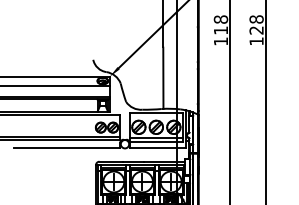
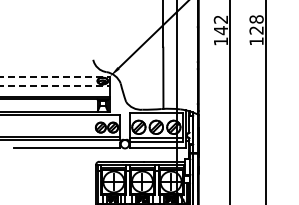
text at (221, 25): 118 -> 142
line at (55, 76): solid -> dashed
line at (55, 85): solid -> dashed
